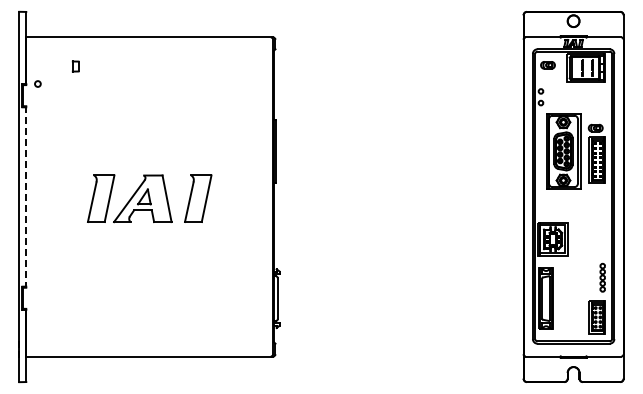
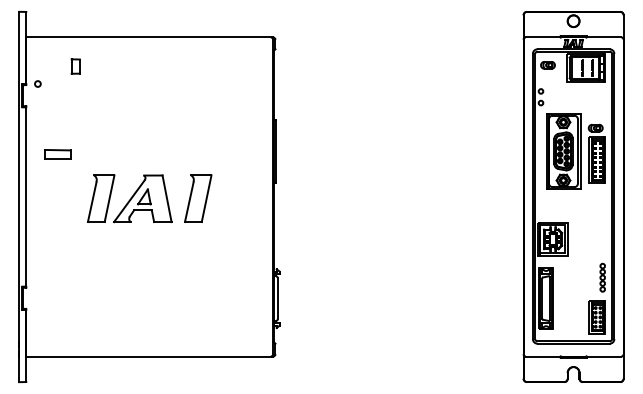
part at (75, 66) size: 9x13 px -> 11x17 px
part at (57, 154): none -> present
line at (26, 196): dashed -> solid
